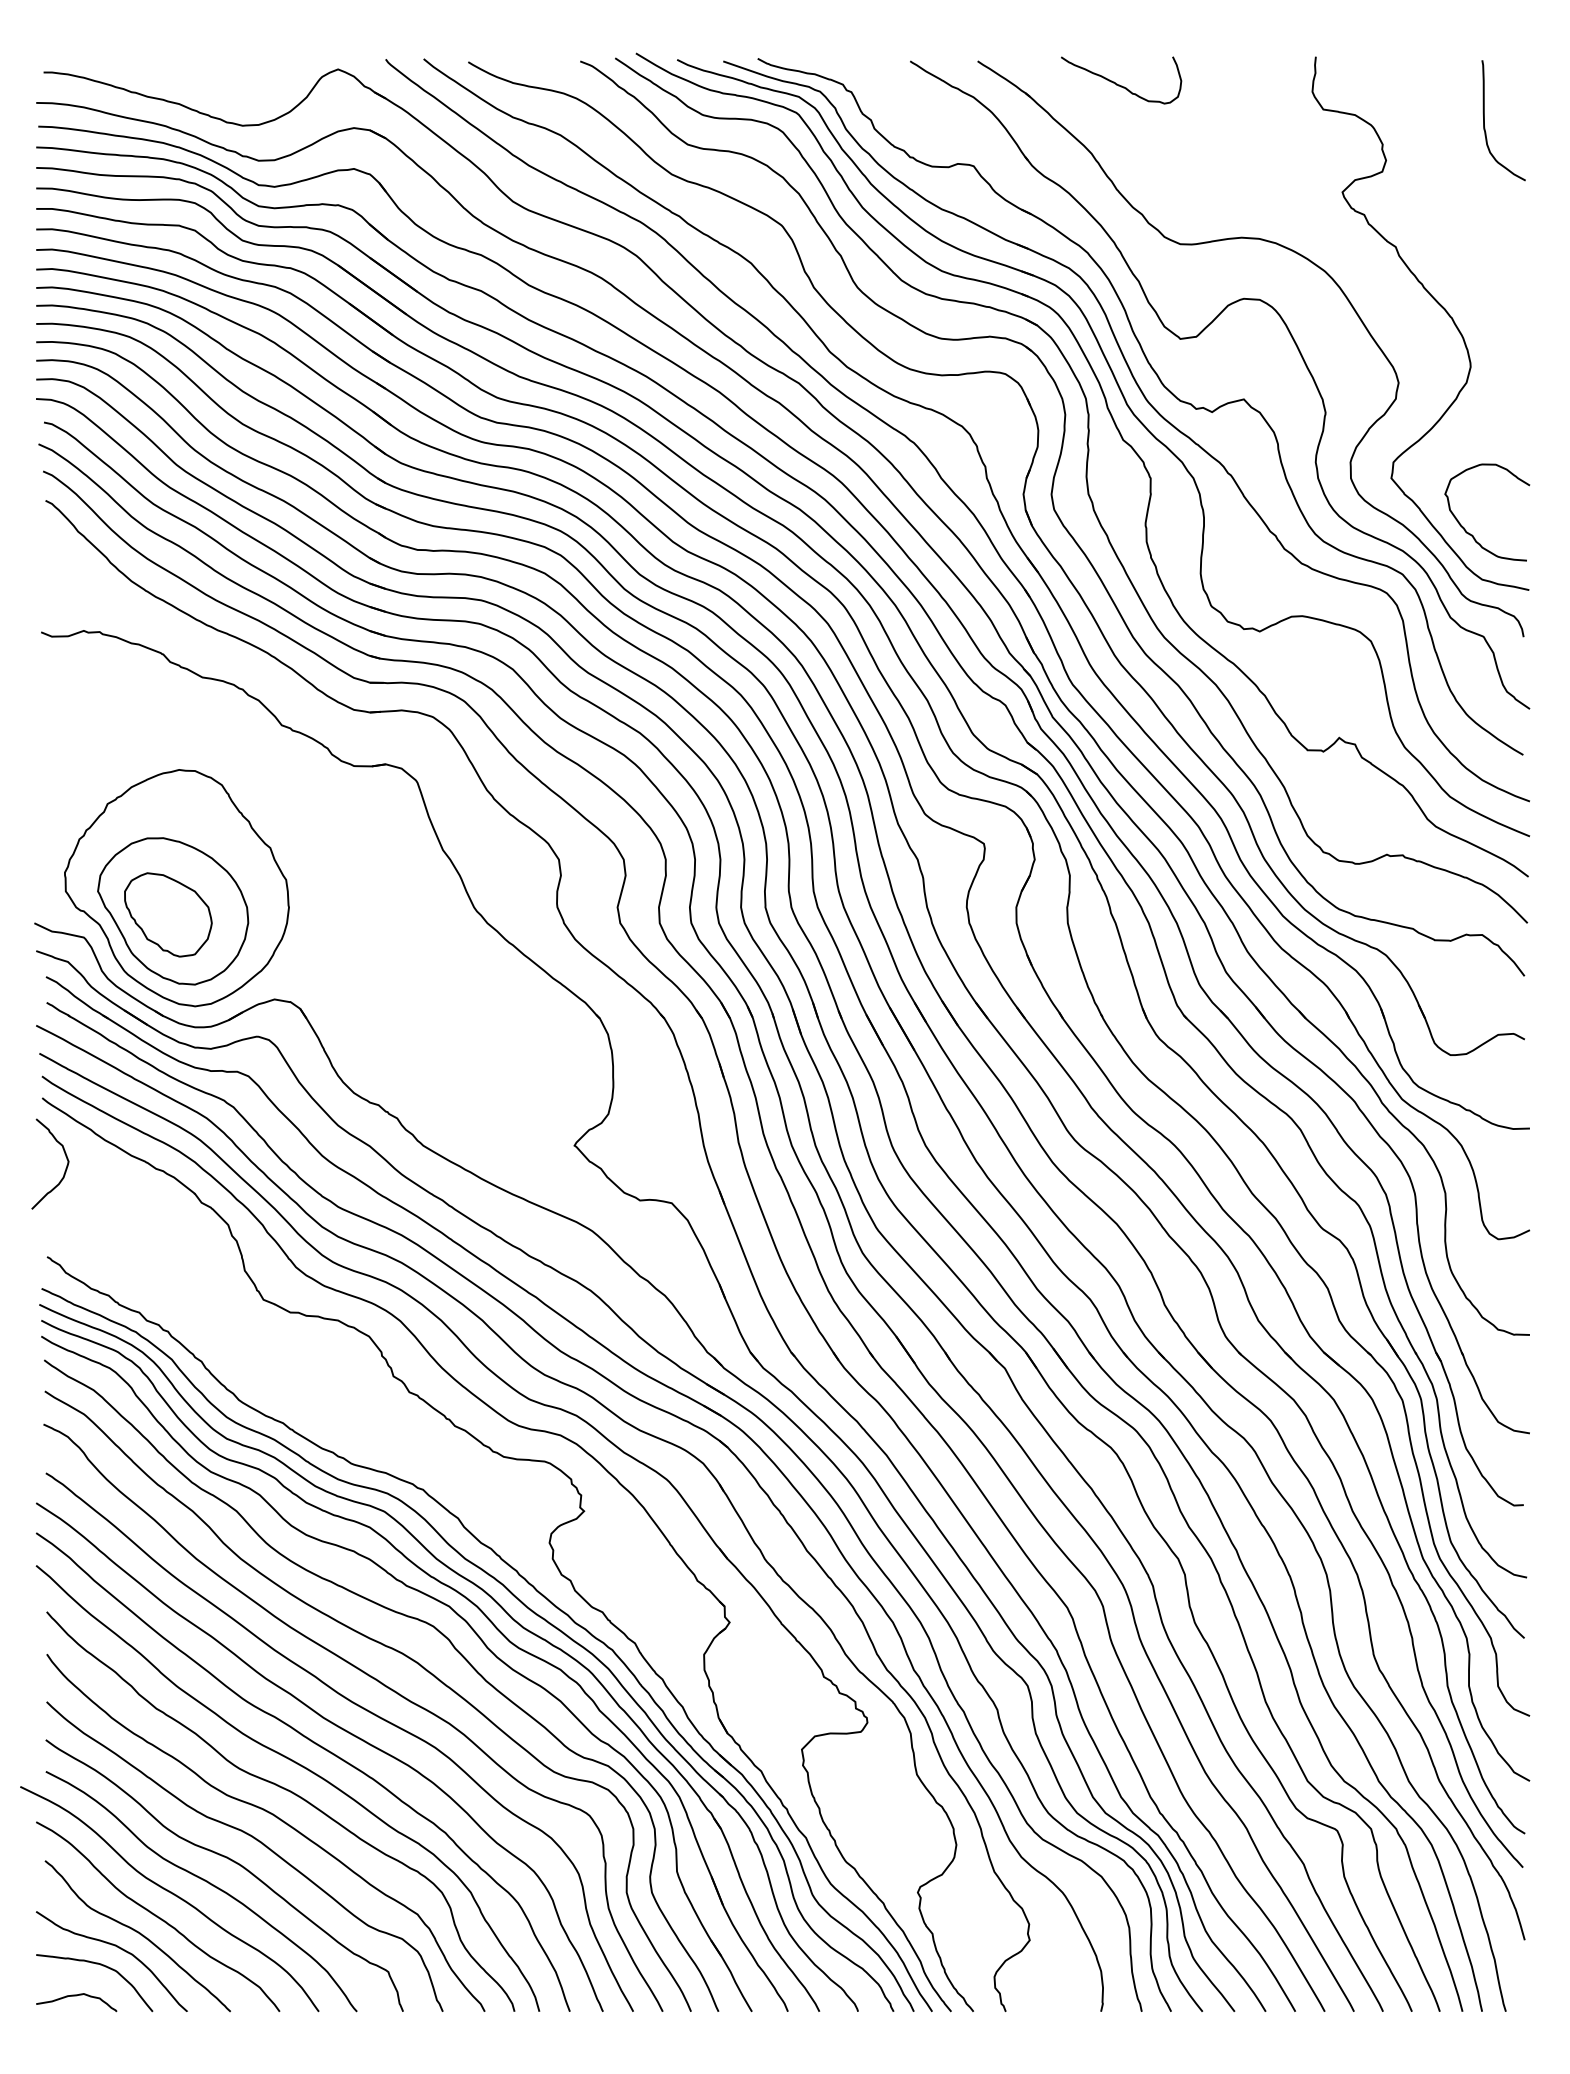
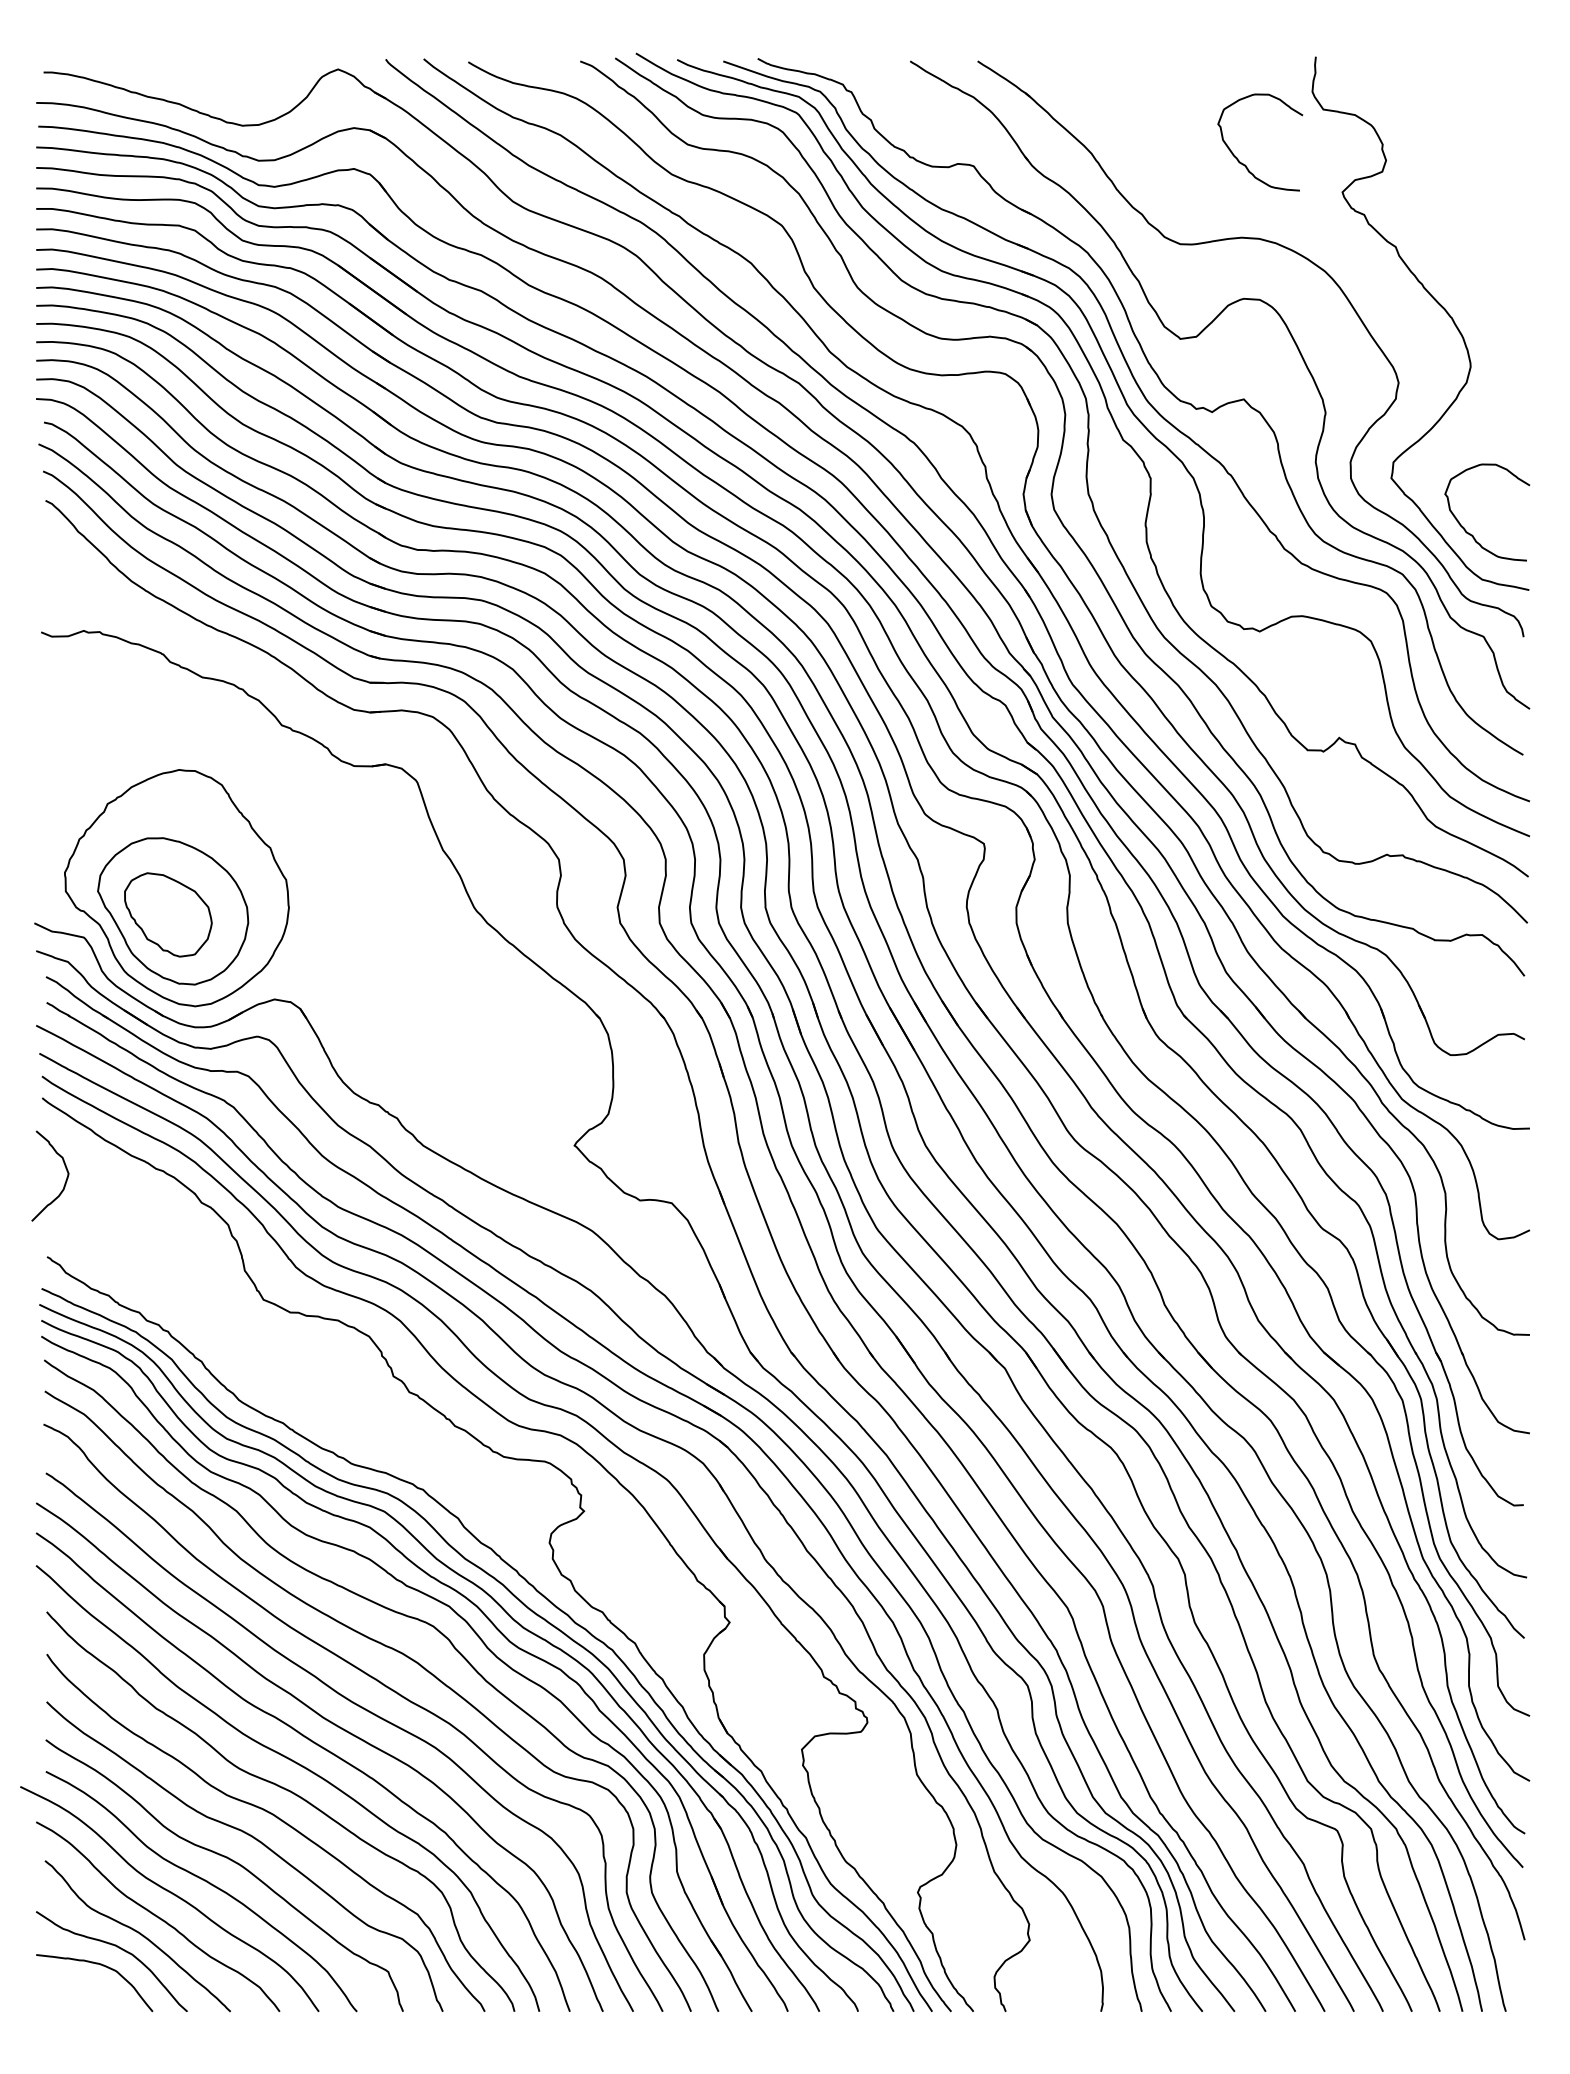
curve at (1119, 84): present -> none
curve at (1484, 120): present -> none
curve at (1245, 164): none -> present
curve at (65, 1168) position: (65, 1168) -> (65, 1180)
curve at (76, 1996): present -> none
